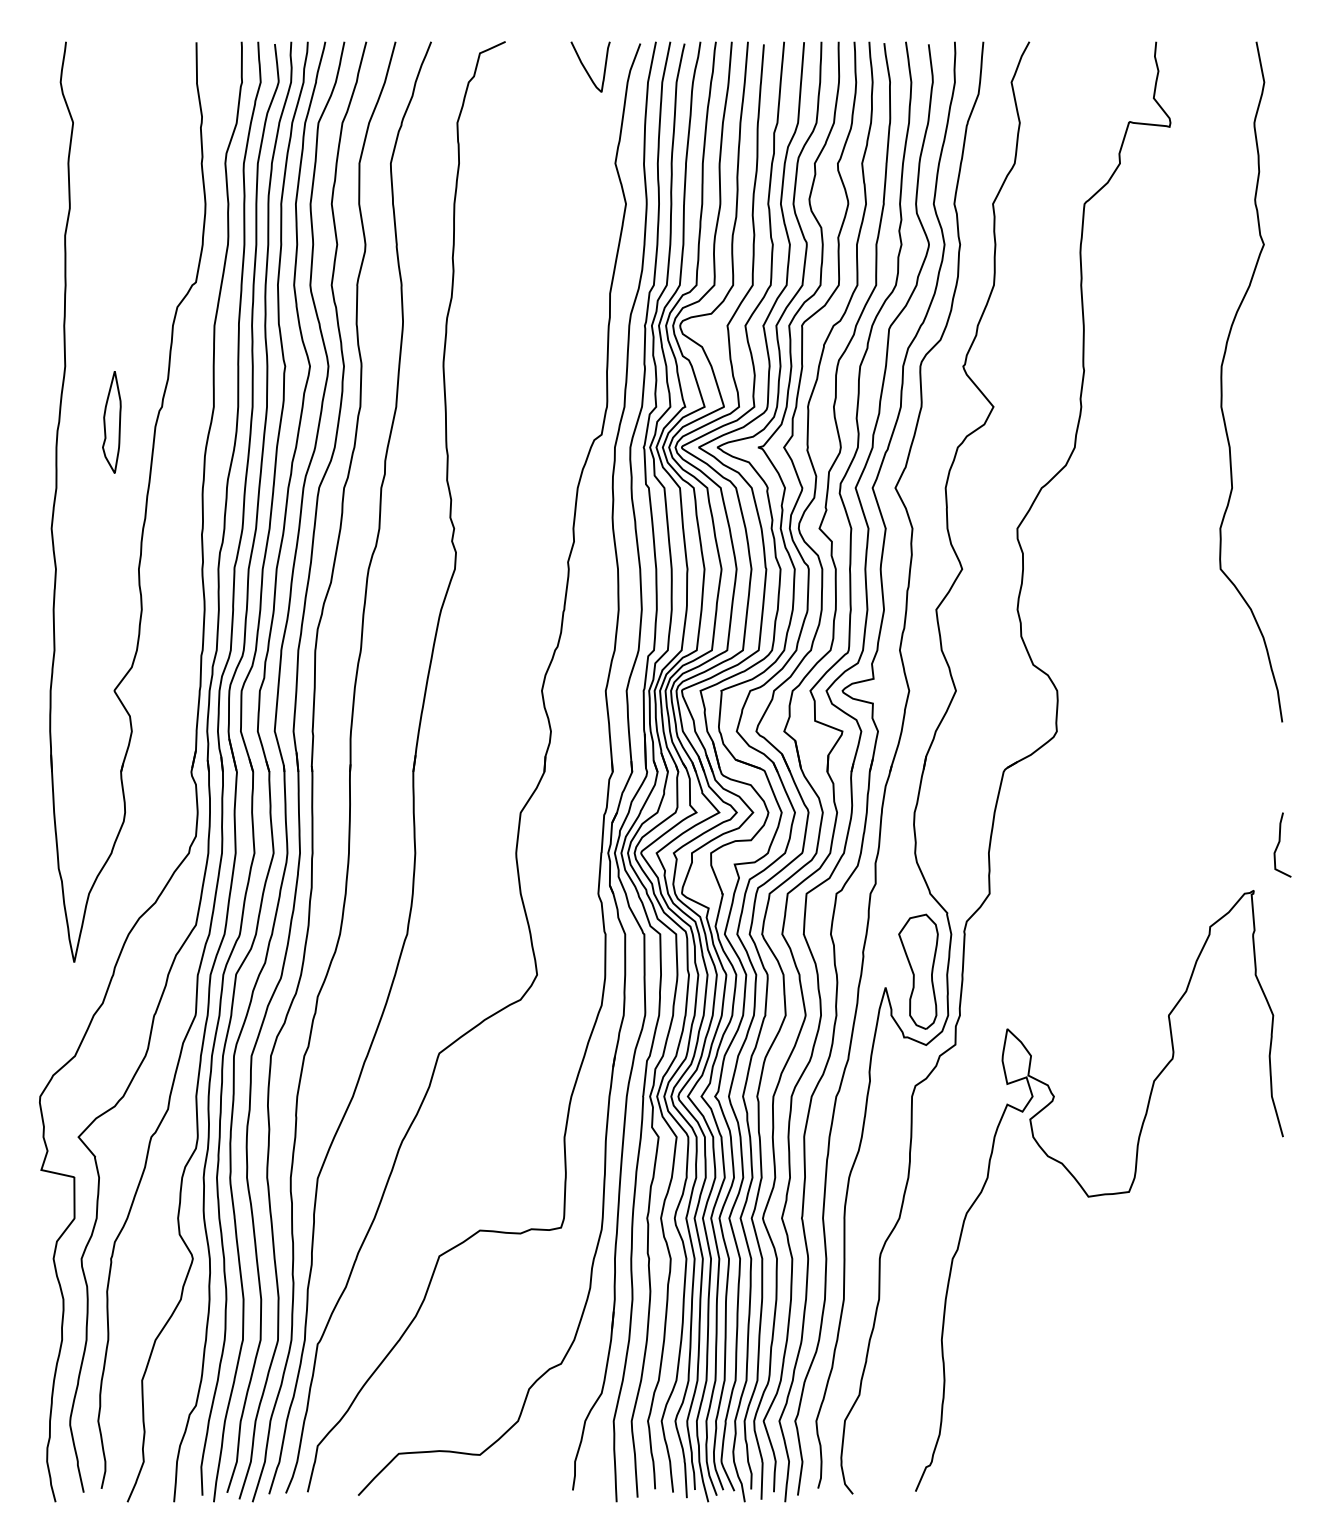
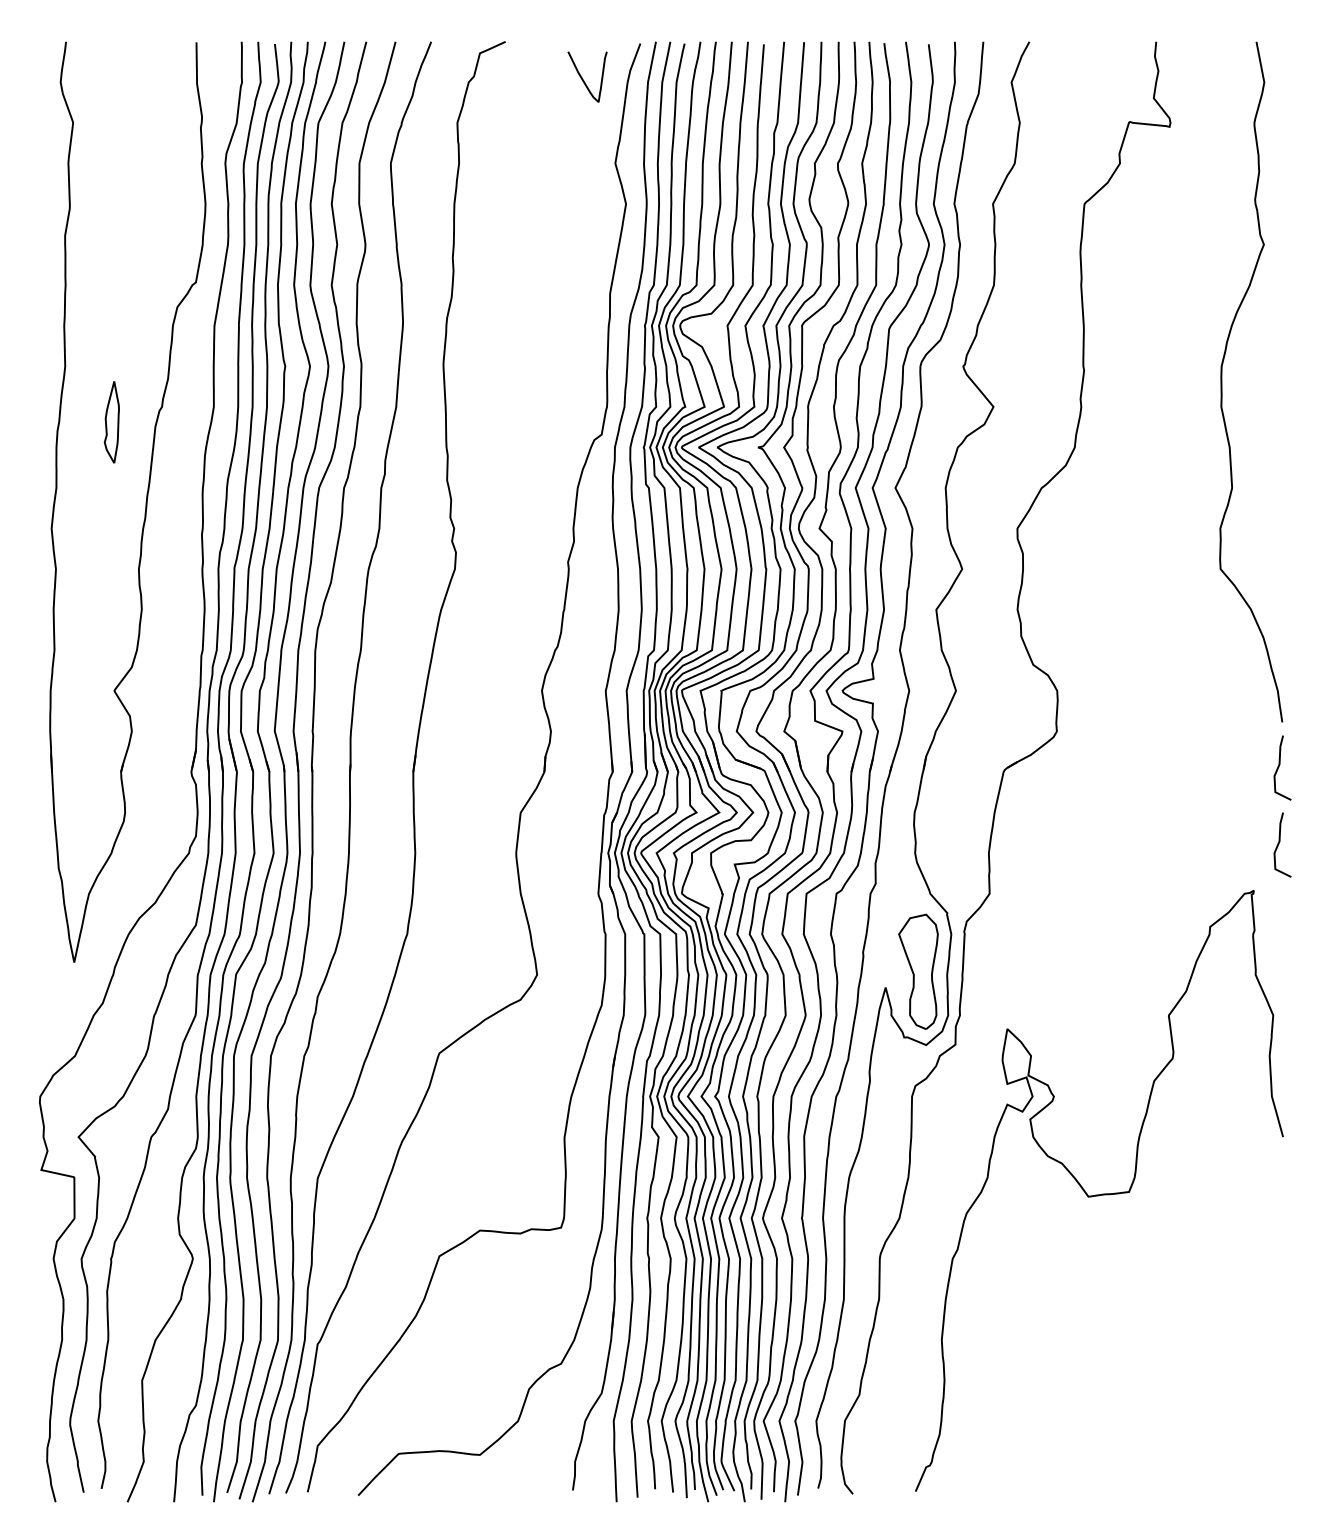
curve at (586, 69) position: (586, 69) -> (583, 79)
part at (111, 422) size: 20x103 px -> 17x83 px
curve at (1280, 765): none -> present
